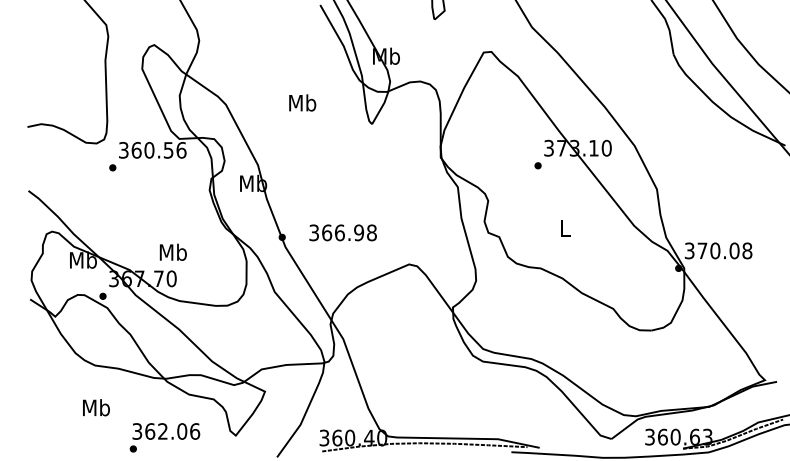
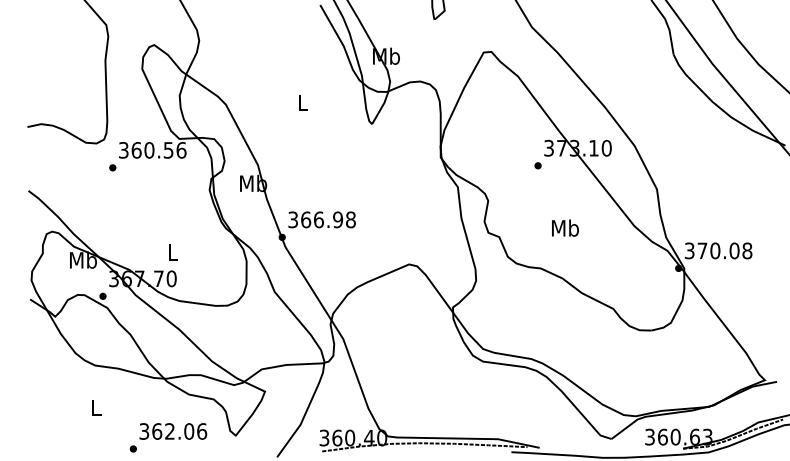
text at (302, 102): Mb -> L
text at (565, 227): L -> Mb
text at (342, 232) position: (342, 232) -> (321, 219)
text at (172, 251): Mb -> L
text at (96, 407): Mb -> L
text at (166, 431) position: (166, 431) -> (173, 431)
